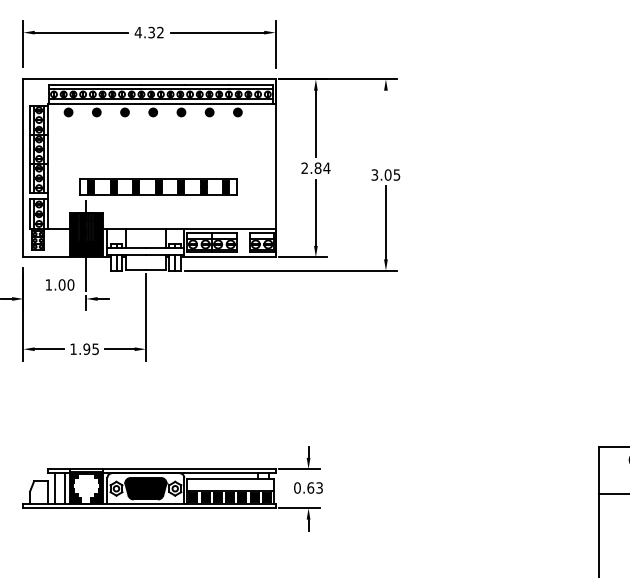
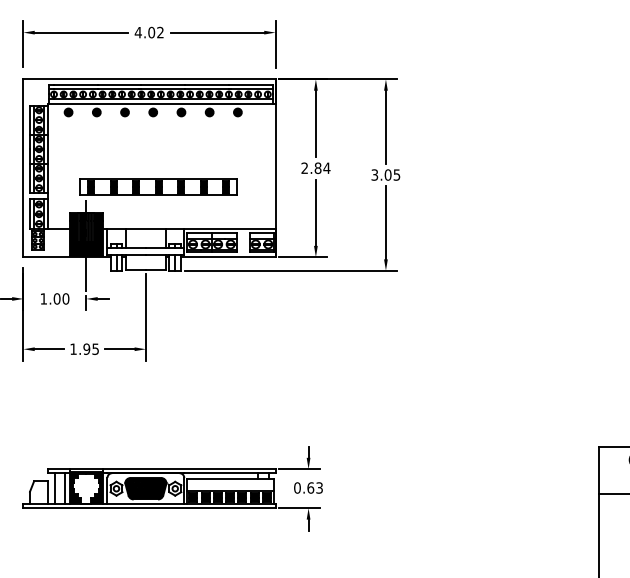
text at (151, 32): 4.32 -> 4.02
line at (385, 126): none -> present
text at (60, 284) position: (60, 284) -> (55, 298)
